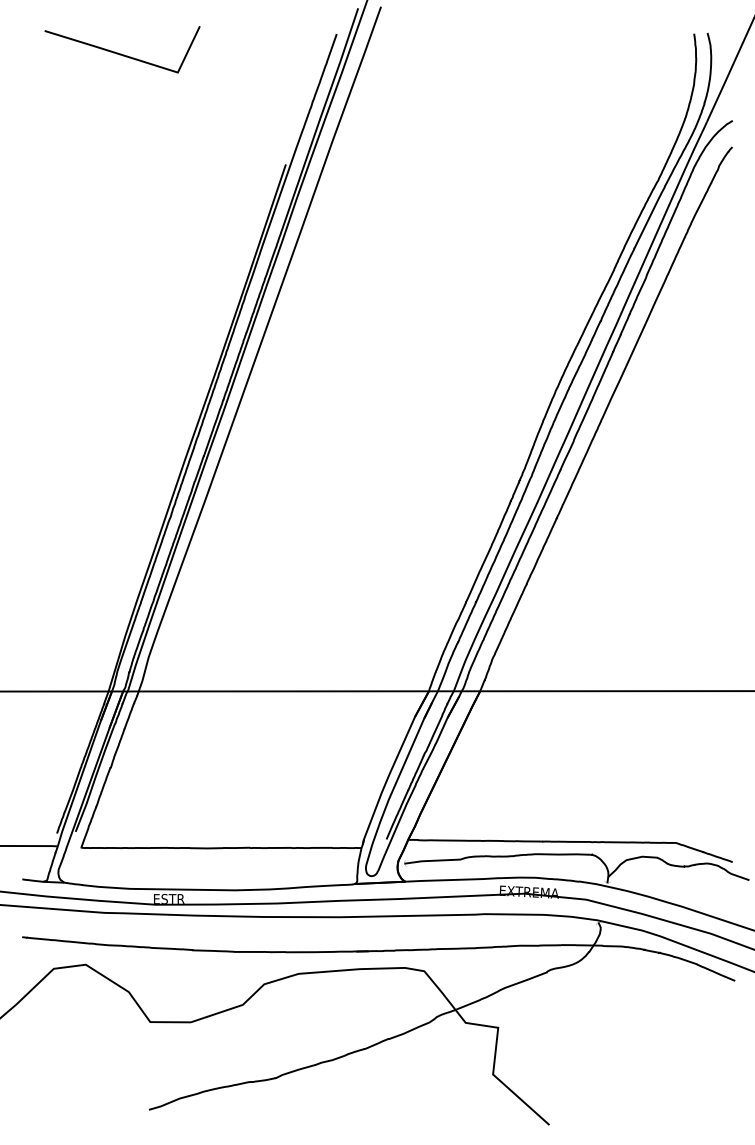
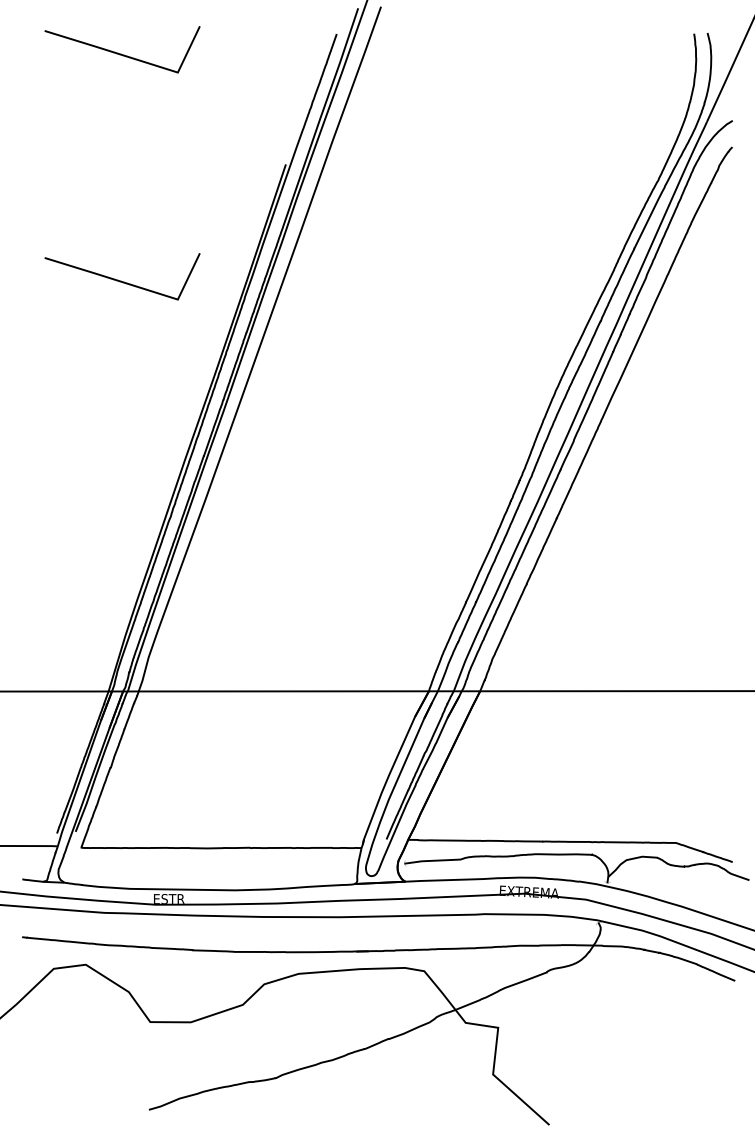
line at (121, 280): none -> present
